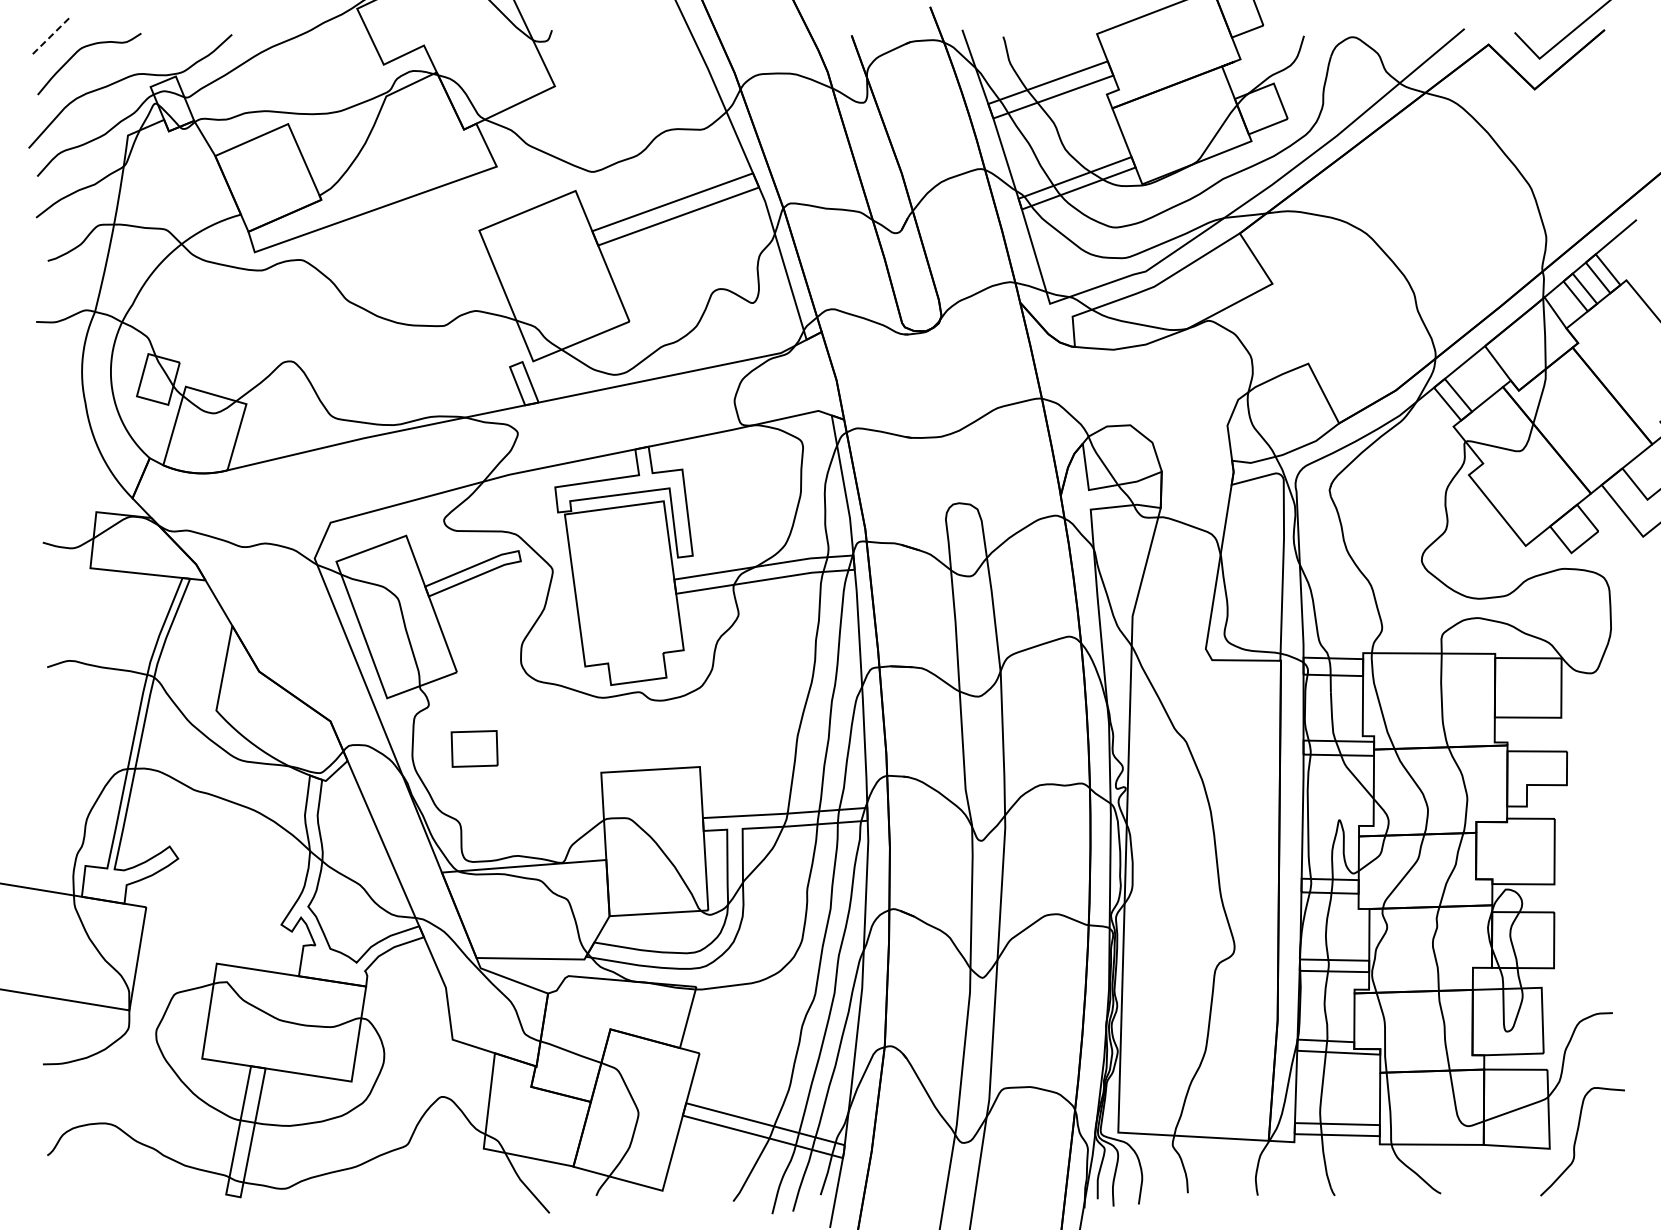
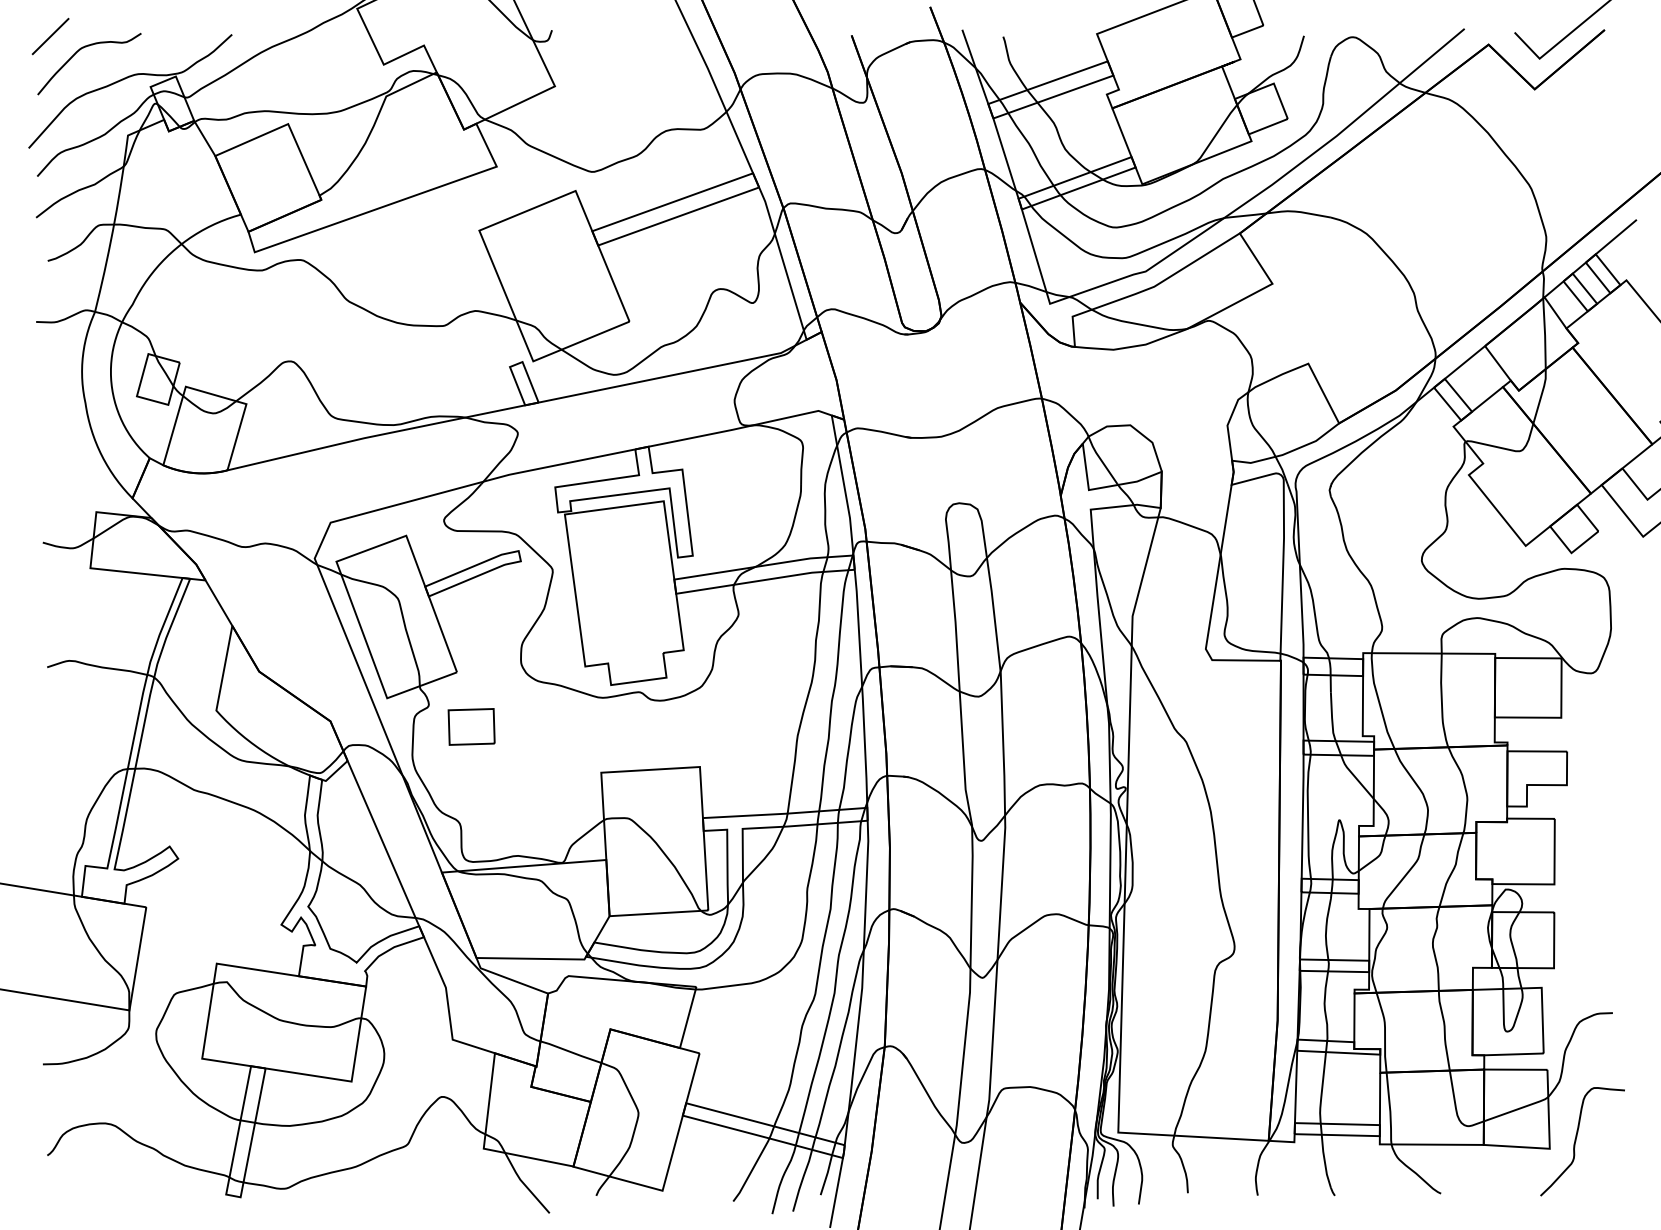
line at (50, 36): dashed -> solid
part at (474, 748) position: (474, 748) -> (471, 726)
